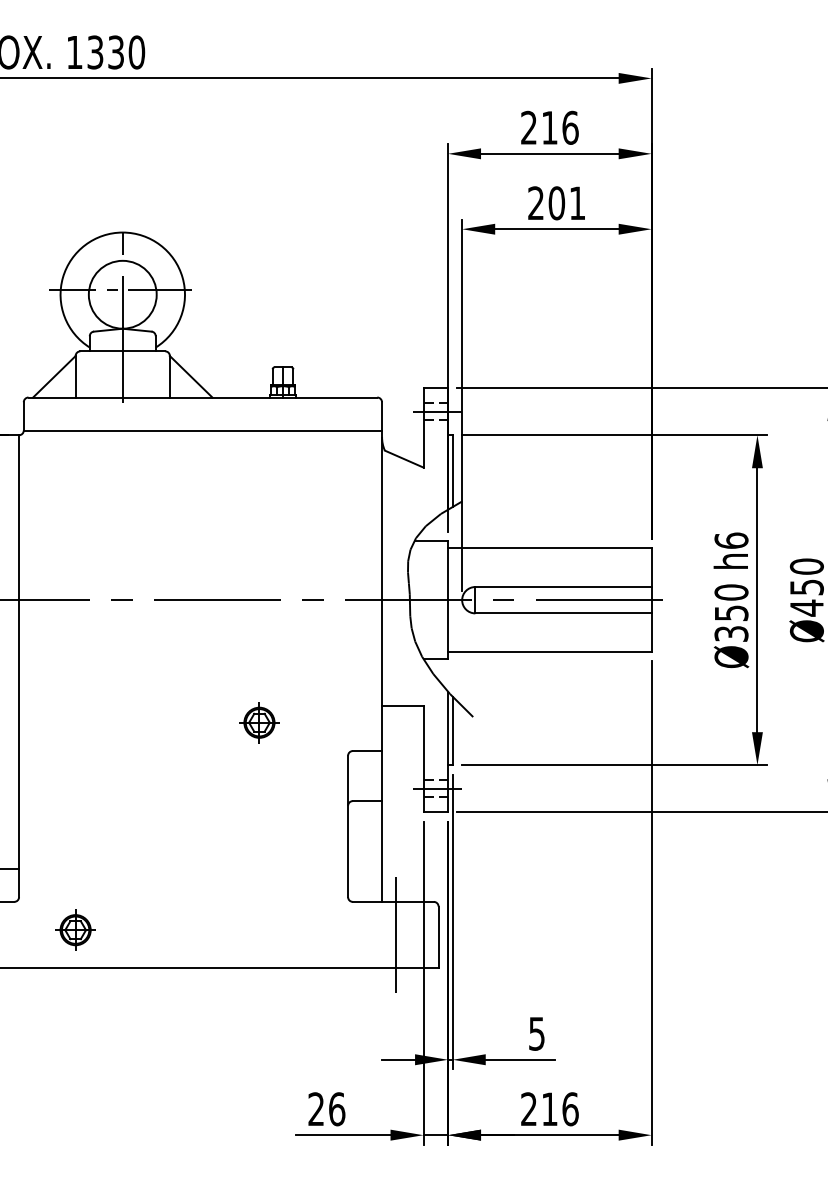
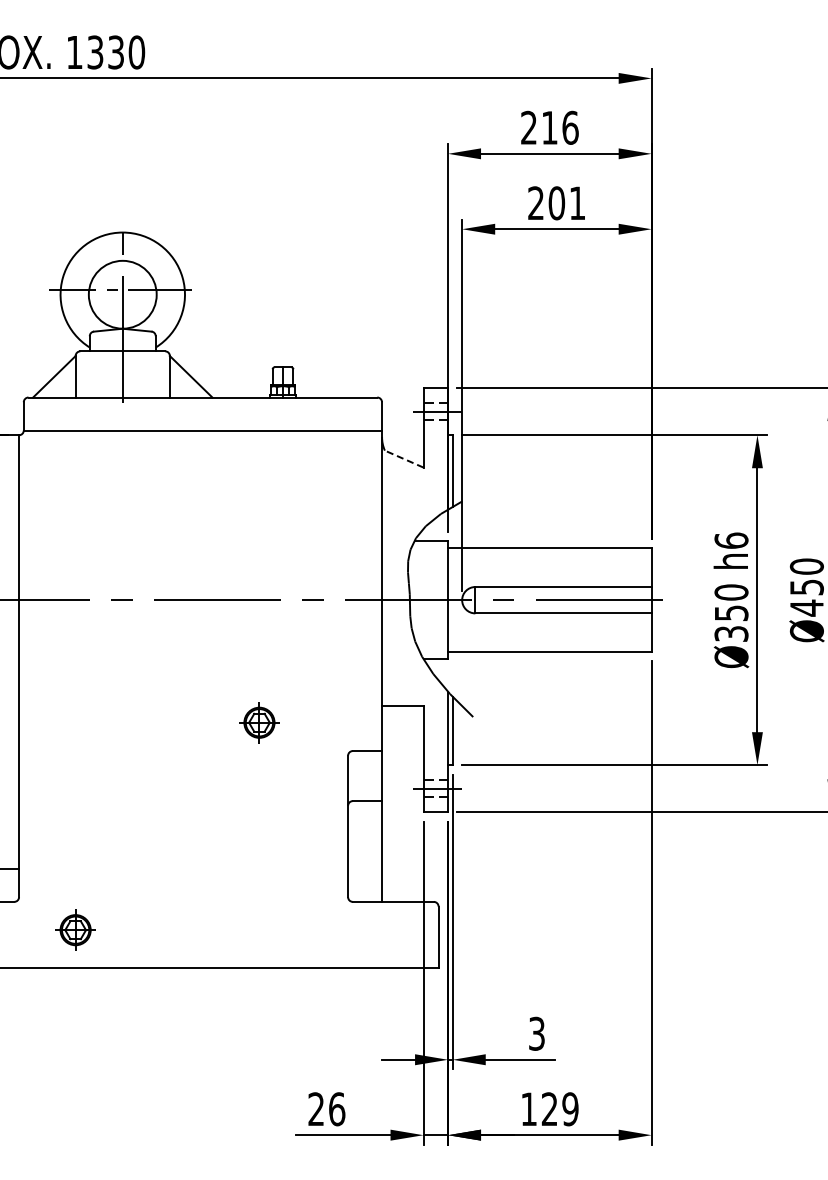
line at (403, 458): solid -> dashed
line at (396, 934): present -> none
text at (536, 1033): 5 -> 3
text at (549, 1109): 216 -> 129
